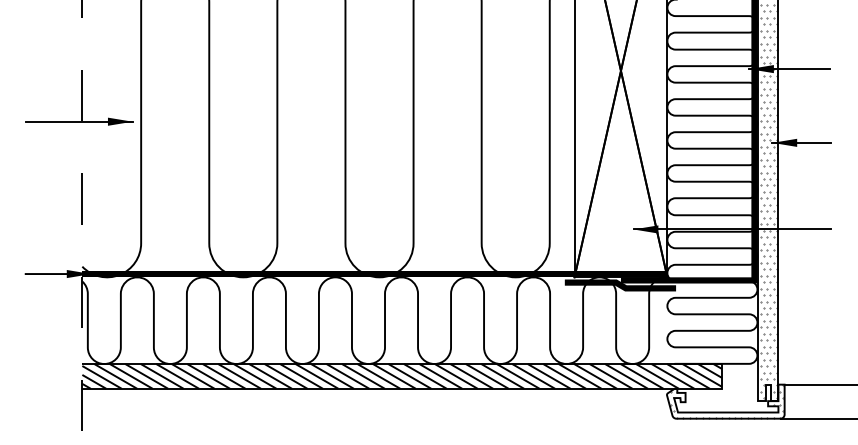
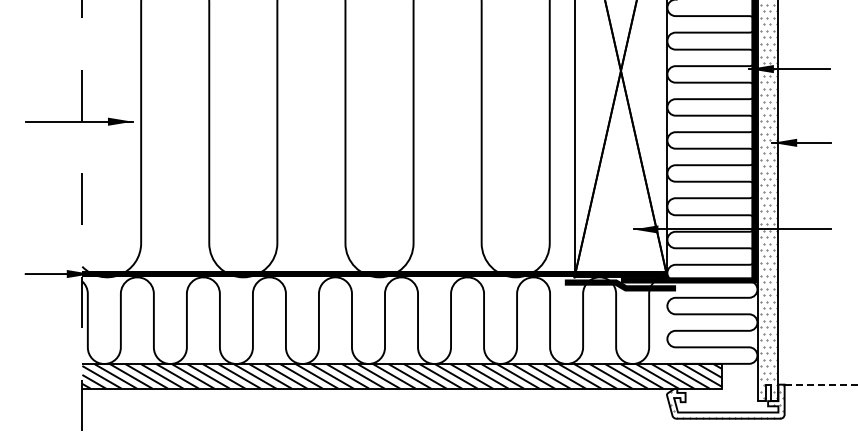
line at (821, 384): solid -> dashed
line at (817, 418): present -> none
